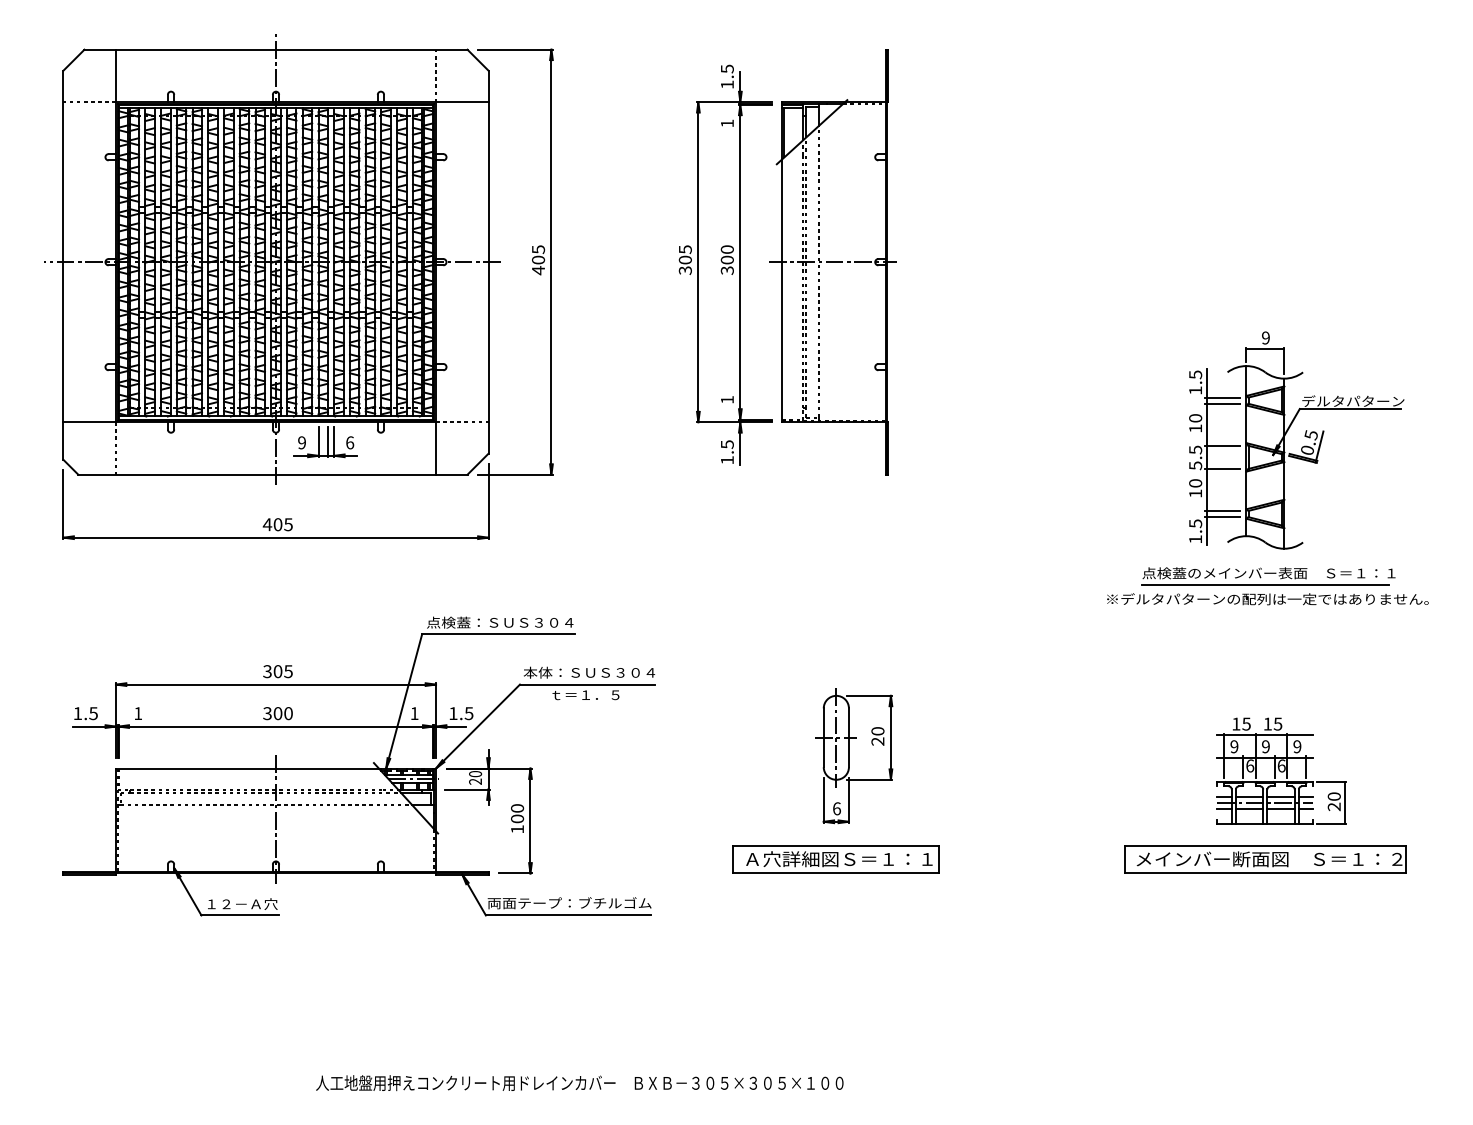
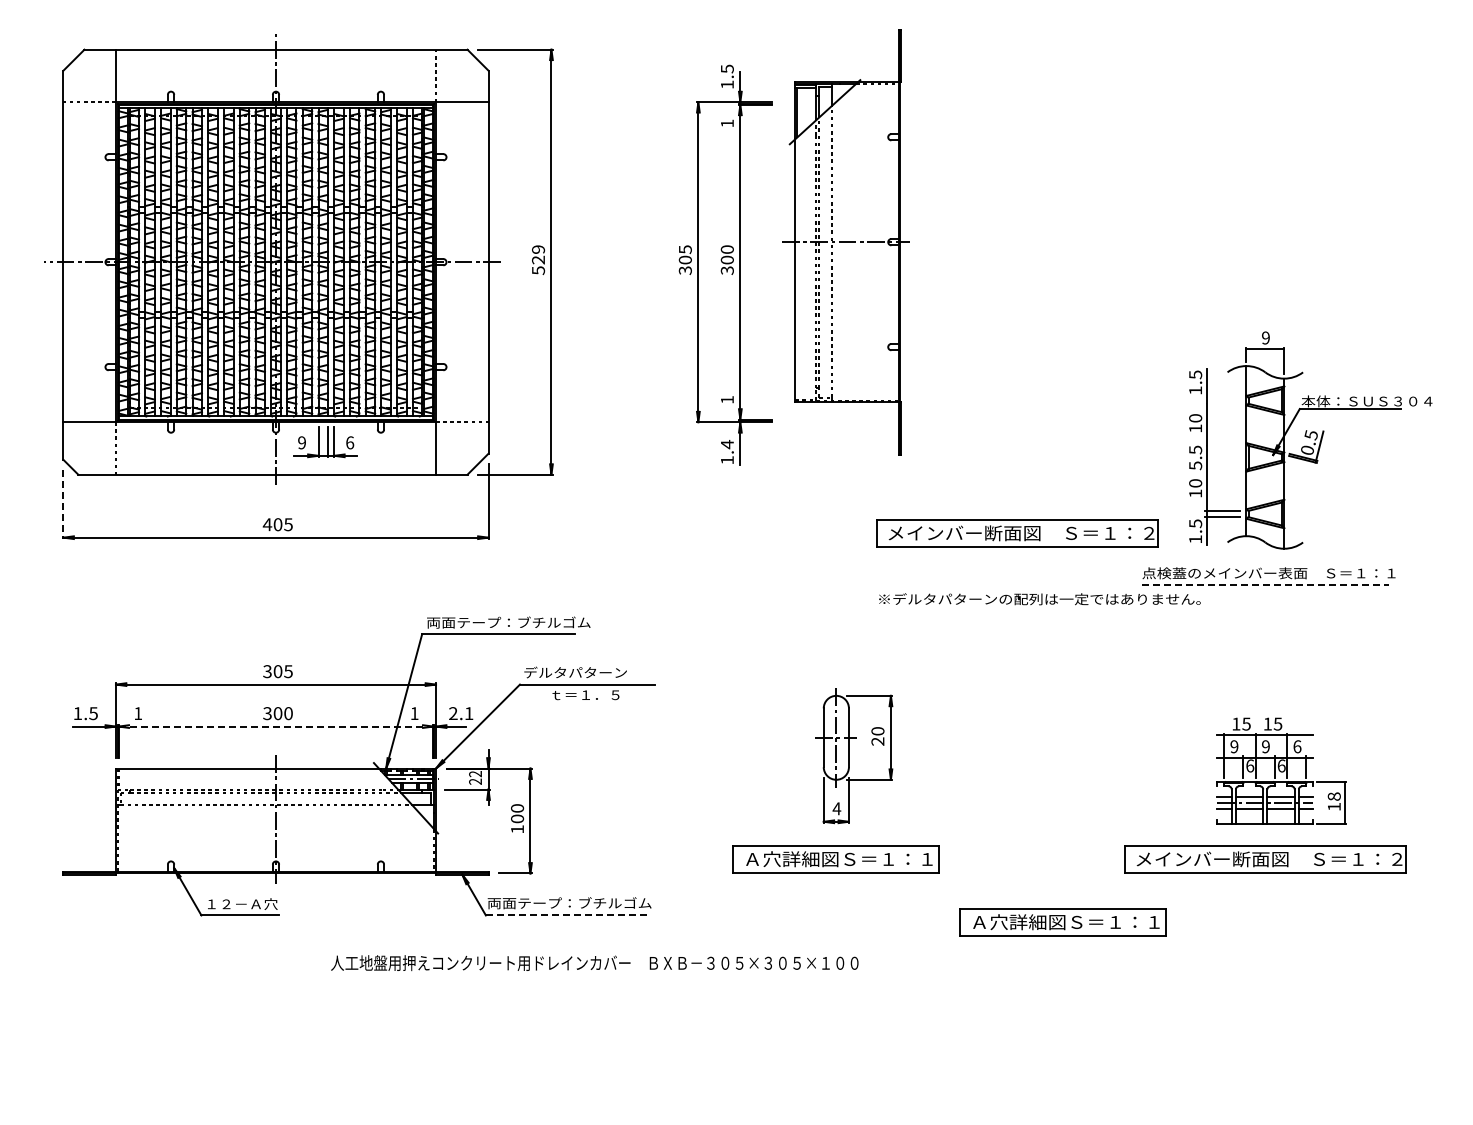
text at (538, 260): 405 -> 529
part at (832, 262) position: (832, 262) -> (845, 242)
line at (1222, 397): present -> none
text at (1366, 401): デルタパターン -> 本体：ＳＵＳ３０４
line at (1222, 403): present -> none
text at (727, 444): 1.5 -> 1.4
line at (1222, 445): present -> none
line at (1222, 468): present -> none
line at (63, 505): solid -> dashed
part at (1017, 533): none -> present
line at (1265, 584): solid -> dashed
text at (1267, 599) position: (1267, 599) -> (1039, 599)
text at (508, 622): 点検蓋：ＳＵＳ３０４ -> 両面テープ：ブチルゴム
text at (589, 672): 本体：ＳＵＳ３０４ -> デルタパターン
text at (461, 713): 1.5 -> 2.1
line at (276, 726): solid -> dashed
text at (1297, 746): 9 -> 6
text at (475, 774): 20 -> 22
text at (1333, 801): 20 -> 18
text at (836, 808): 6 -> 4
line at (568, 915): solid -> dashed
part at (1062, 922): none -> present
text at (579, 1082) position: (579, 1082) -> (594, 962)
